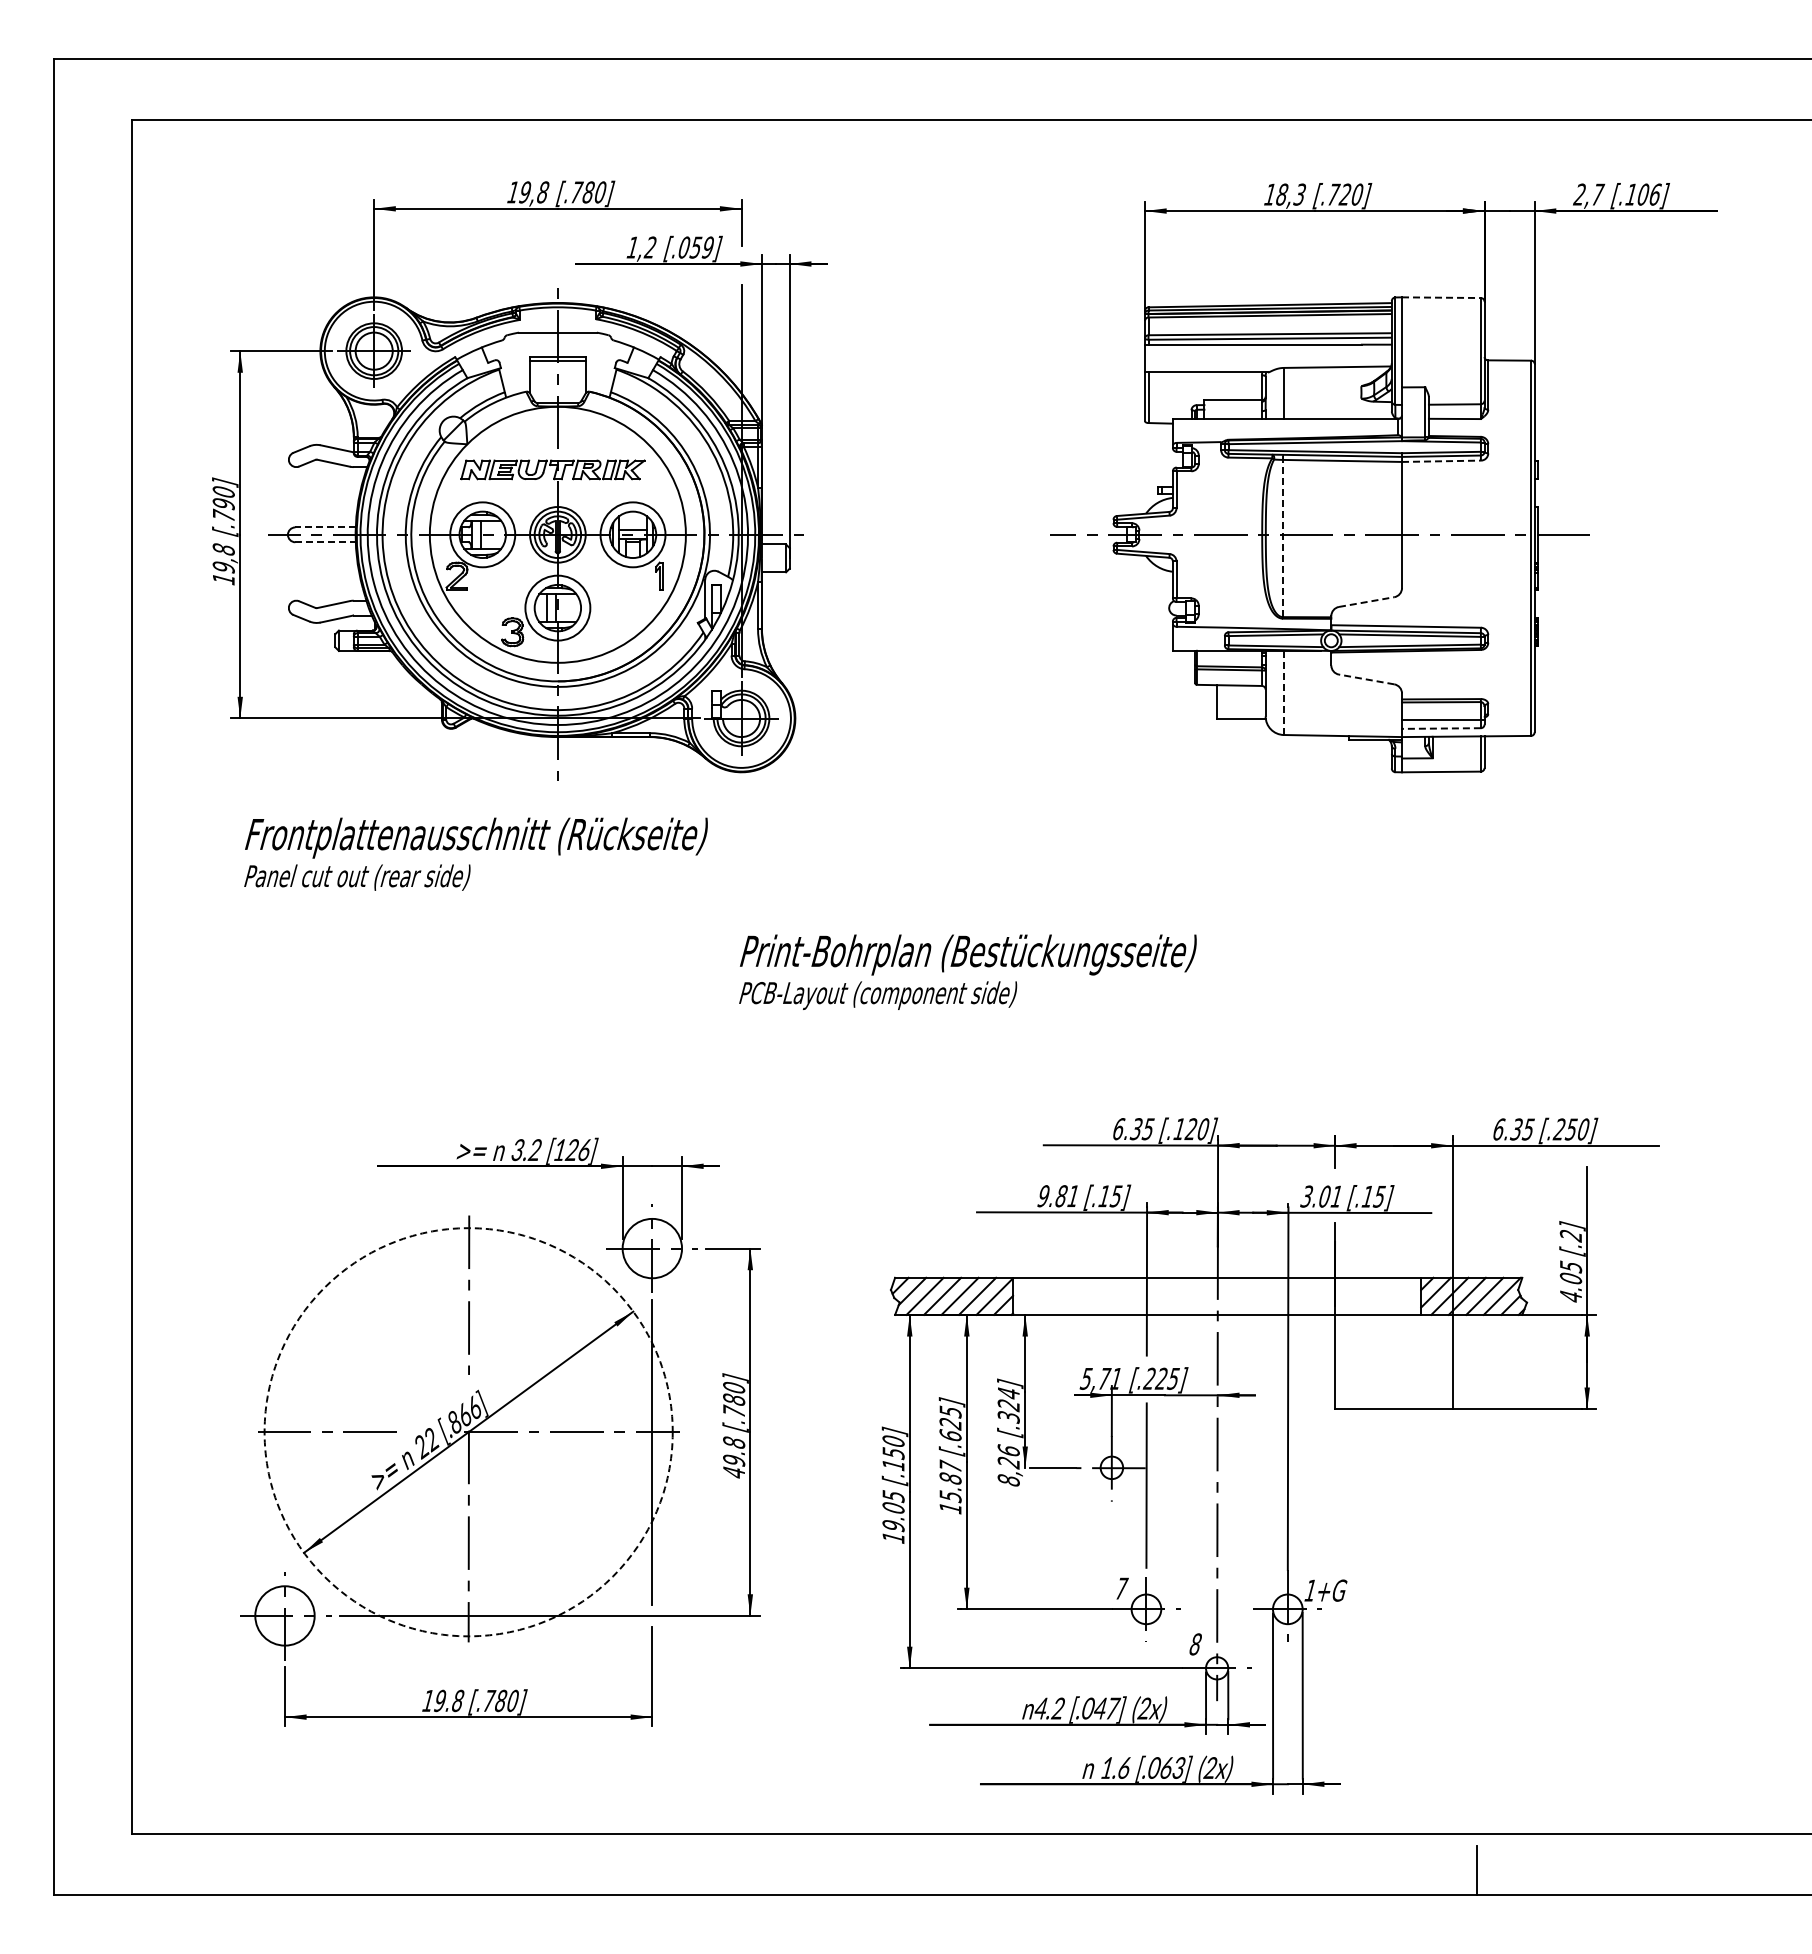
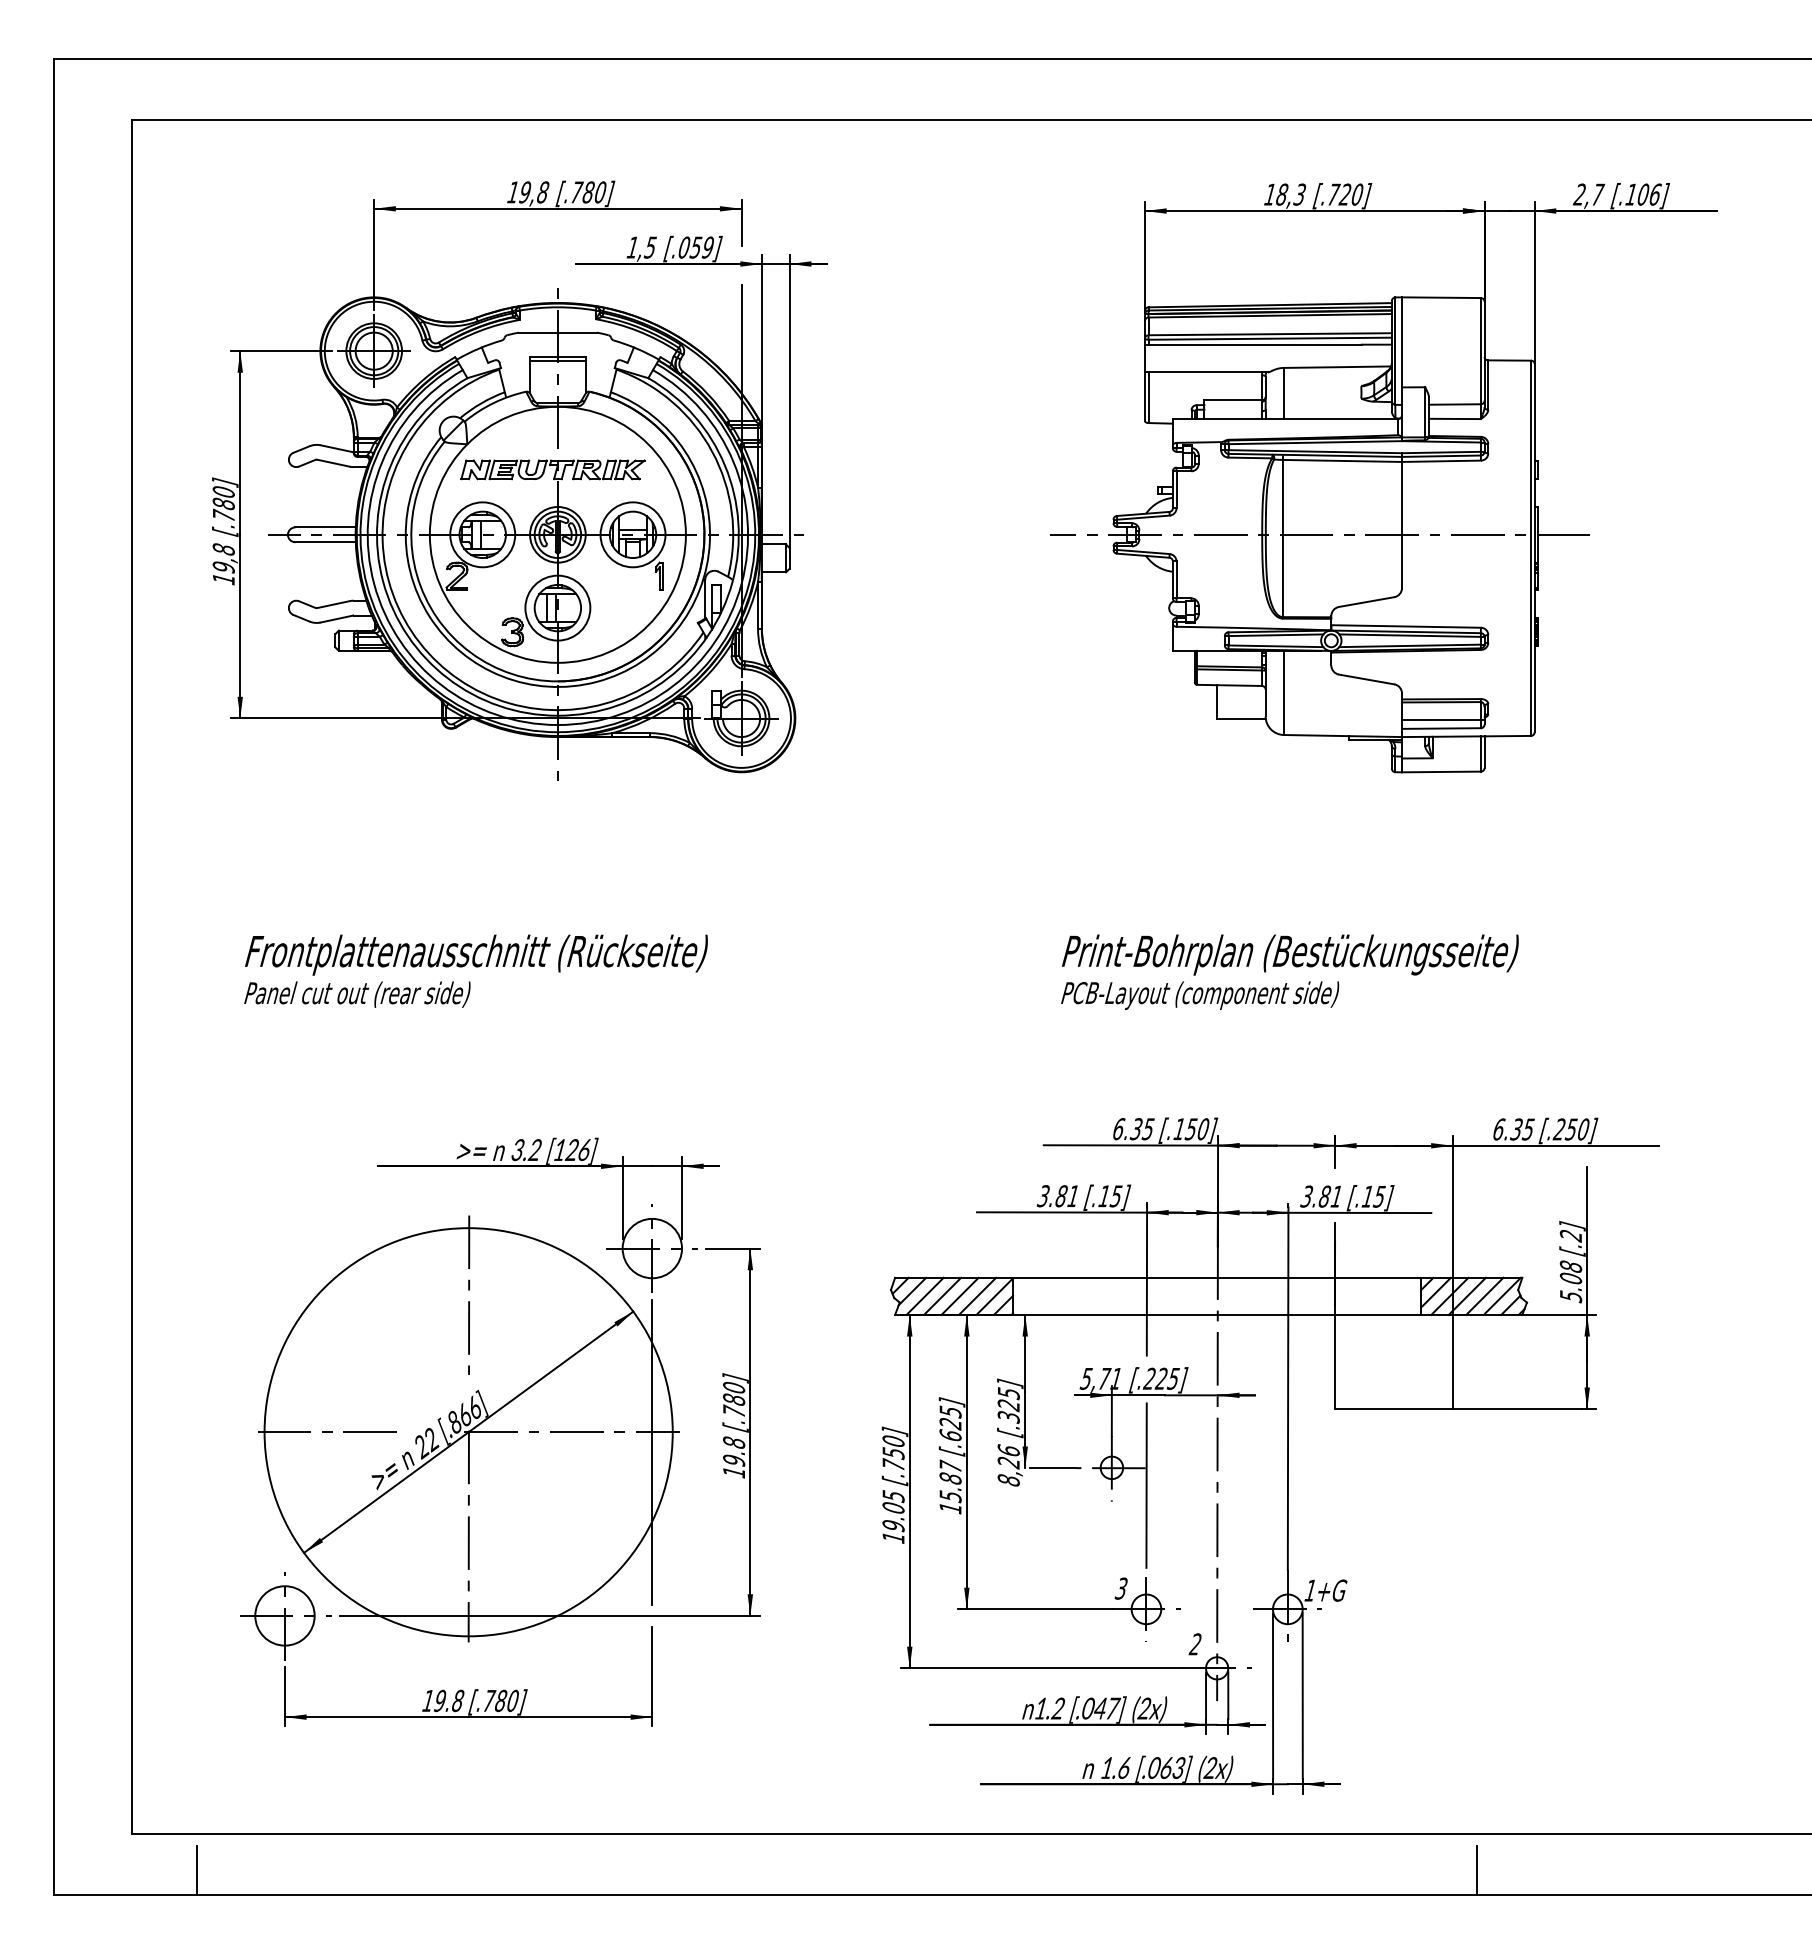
text at (649, 247): 1,2 -> 1,5
line at (1441, 297): dashed -> solid
line at (1441, 461): dashed -> solid
text at (223, 503): [.790] -> [.780]
line at (325, 527): dashed -> solid
line at (1282, 538): dashed -> solid
line at (326, 542): dashed -> solid
line at (1367, 601): dashed -> solid
line at (1366, 679): dashed -> solid
line at (1283, 693): dashed -> solid
line at (1440, 728): dashed -> solid
text at (475, 853) position: (475, 853) -> (475, 970)
text at (967, 971) position: (967, 971) -> (1289, 971)
text at (1190, 1129): [.120] -> [.150]
text at (1042, 1196): 9.81 -> 3.81
text at (1324, 1196): 3.01 -> 3.81
text at (1570, 1281): 4.05 -> 5.08
text at (1008, 1393): [.324] -> [.325]
circle at (468, 1432): dashed -> solid
text at (893, 1464): [.150] -> [.750]
text at (733, 1472): 49.8 -> 19.8
text at (1121, 1588): 7 -> 3
text at (1194, 1644): 8 -> 2
text at (1040, 1708): 4.2 -> 1.2
line at (196, 1870): none -> present
